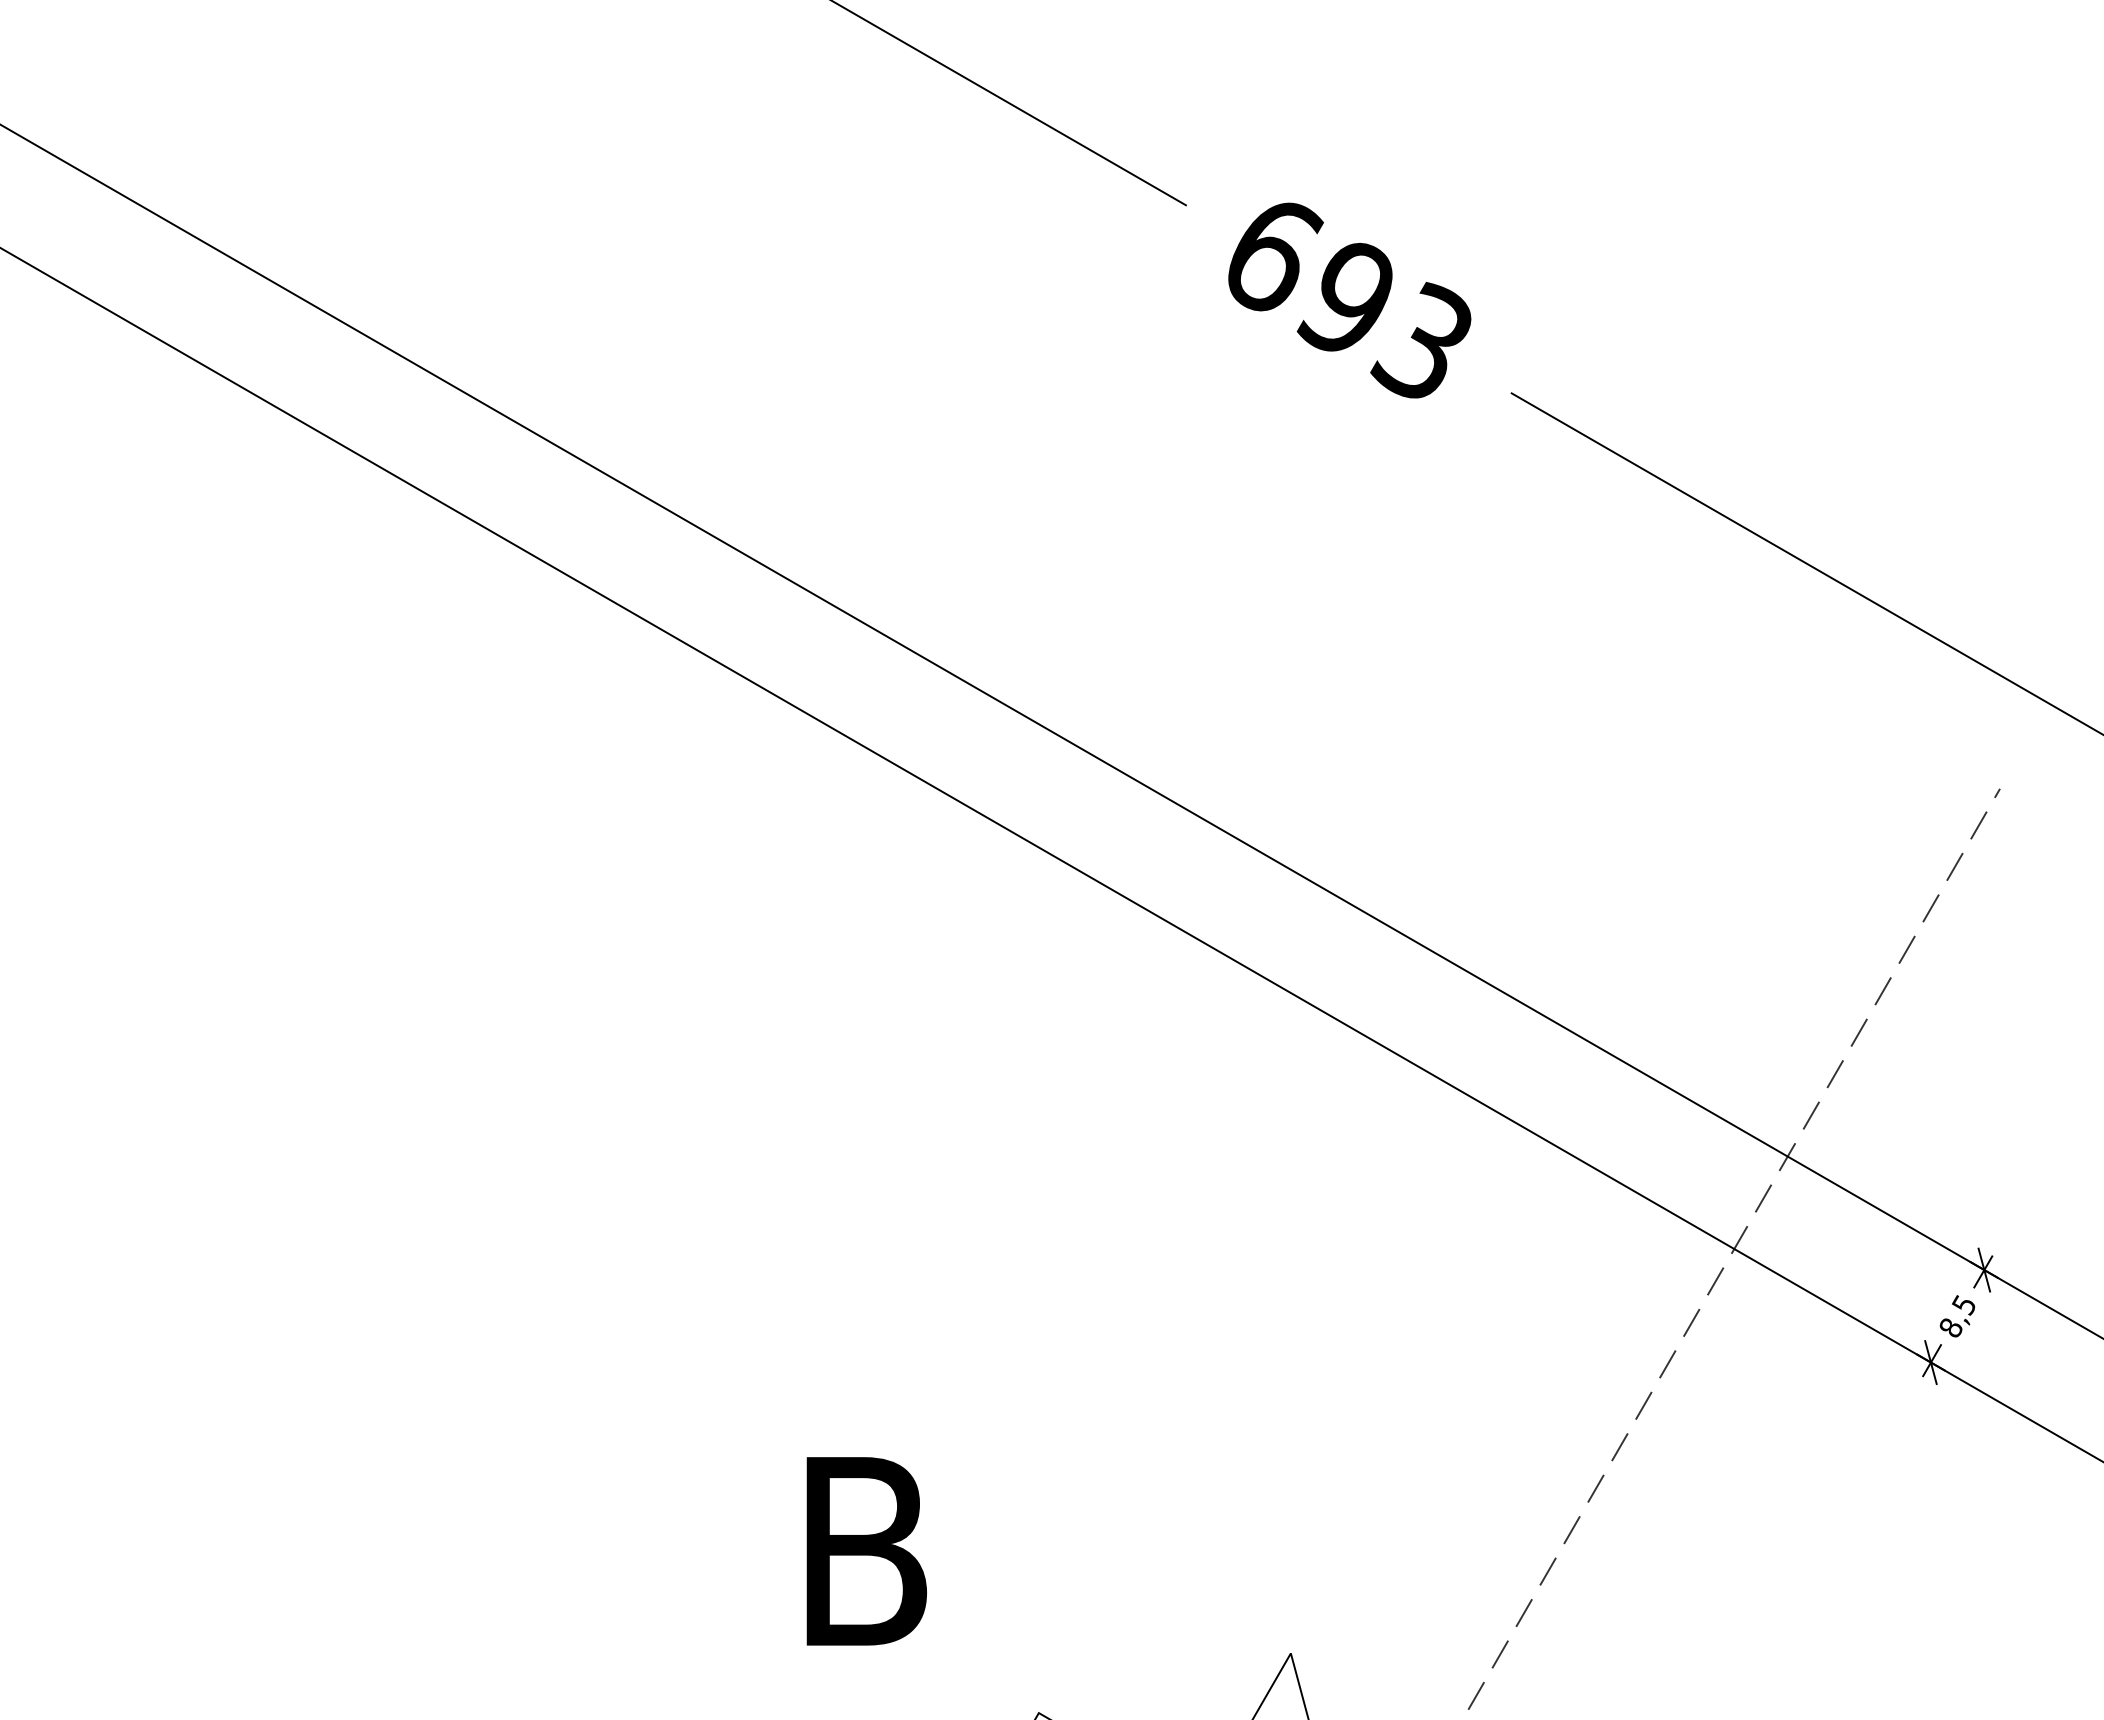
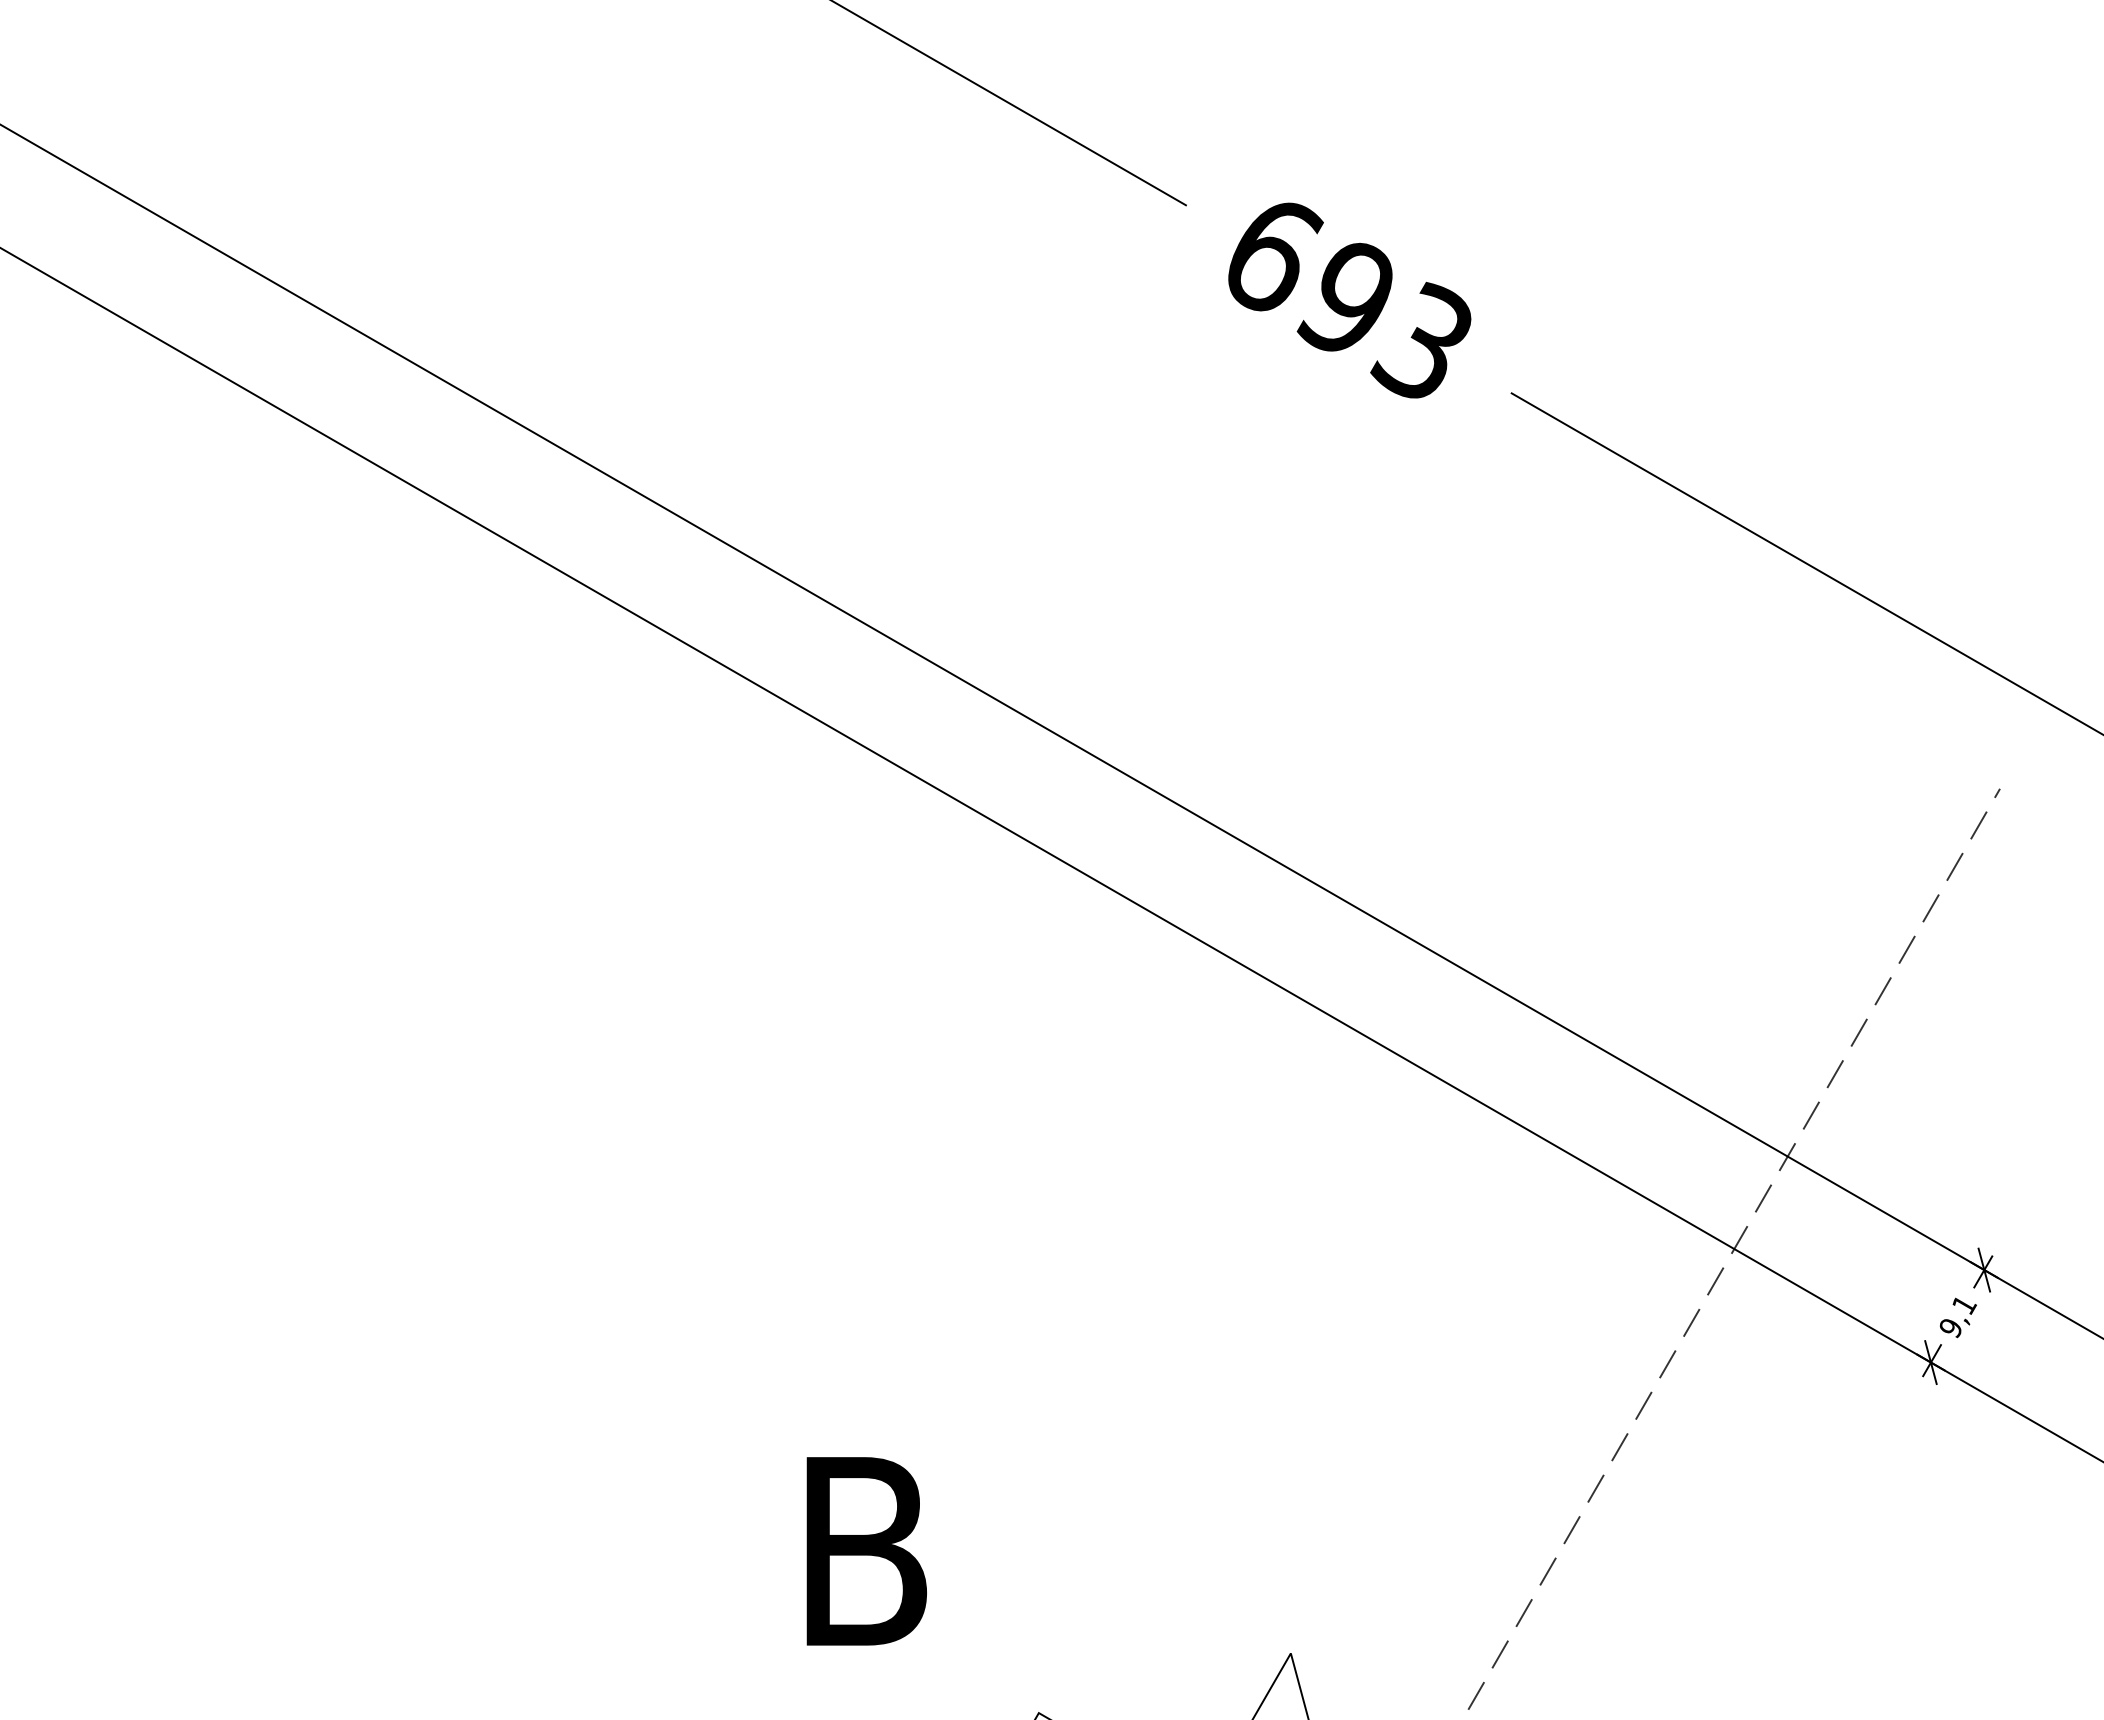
text at (1958, 1316): 8,5 -> 9,1
